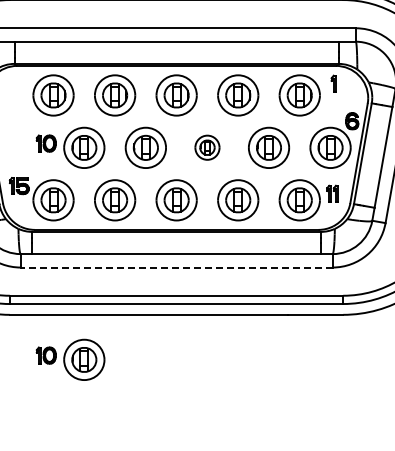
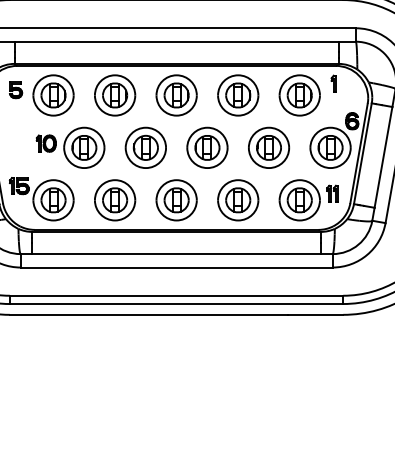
part at (16, 90): none -> present
part at (207, 147) size: 27x27 px -> 43x43 px
line at (176, 267): dashed -> solid
part at (70, 359): present -> none
